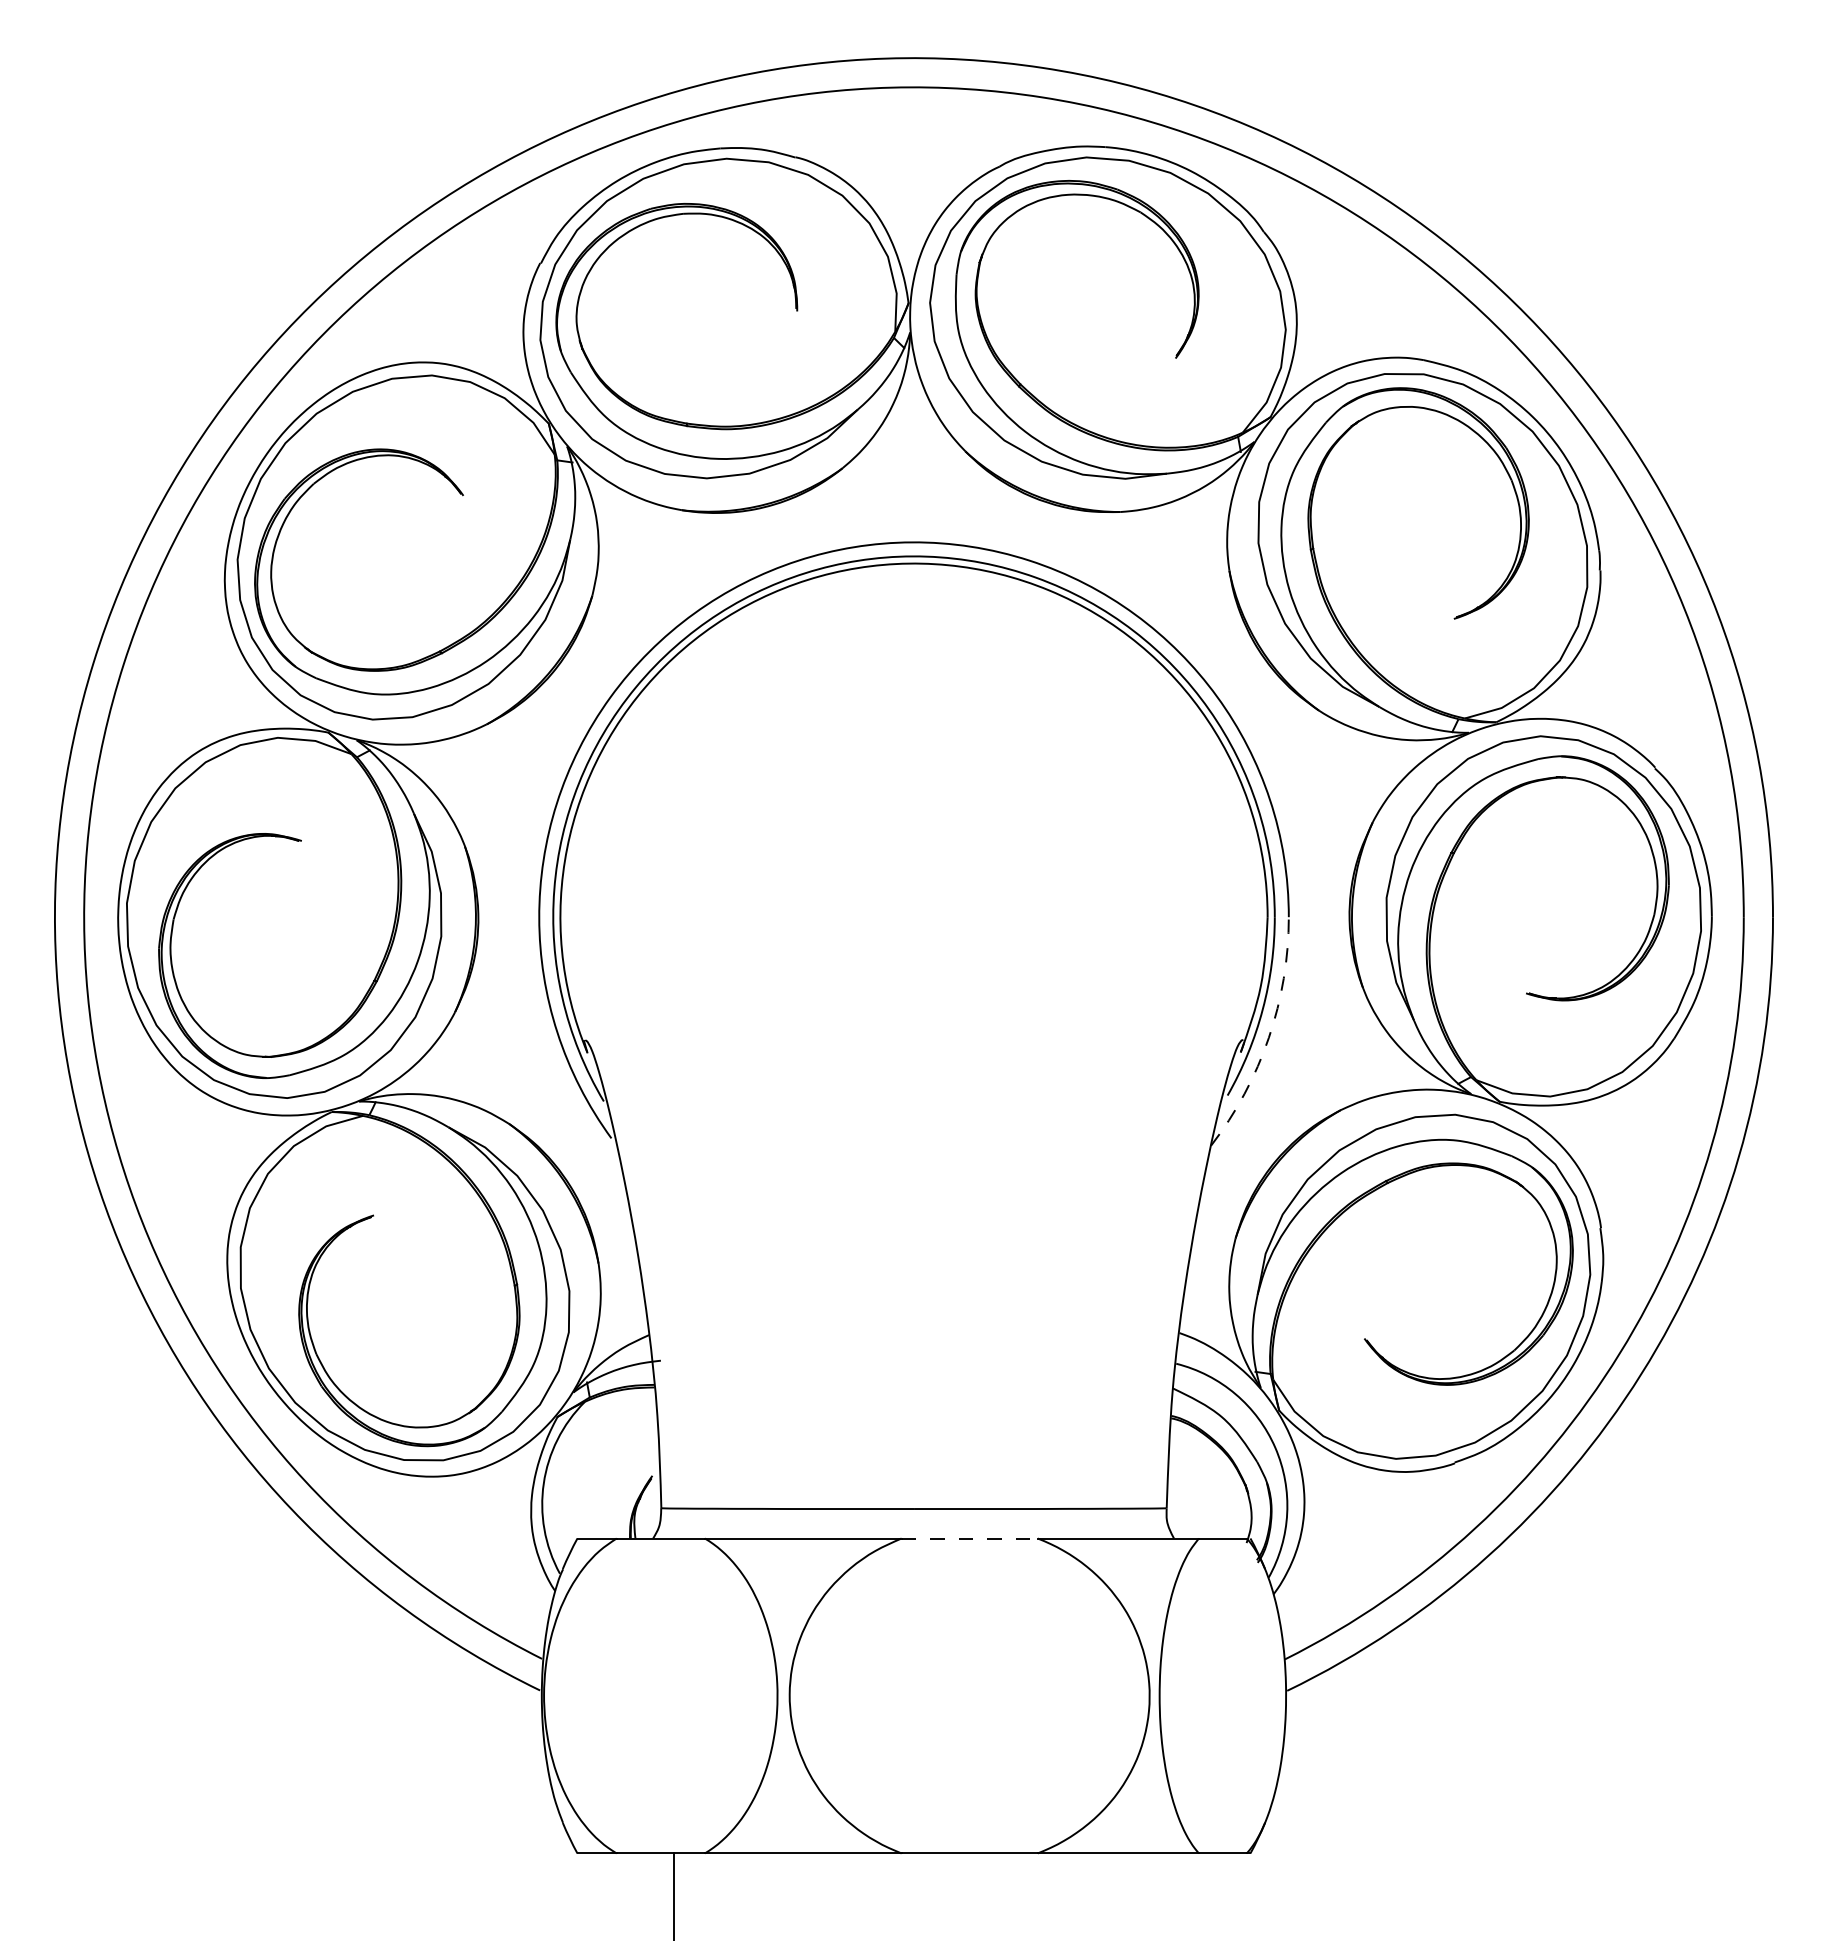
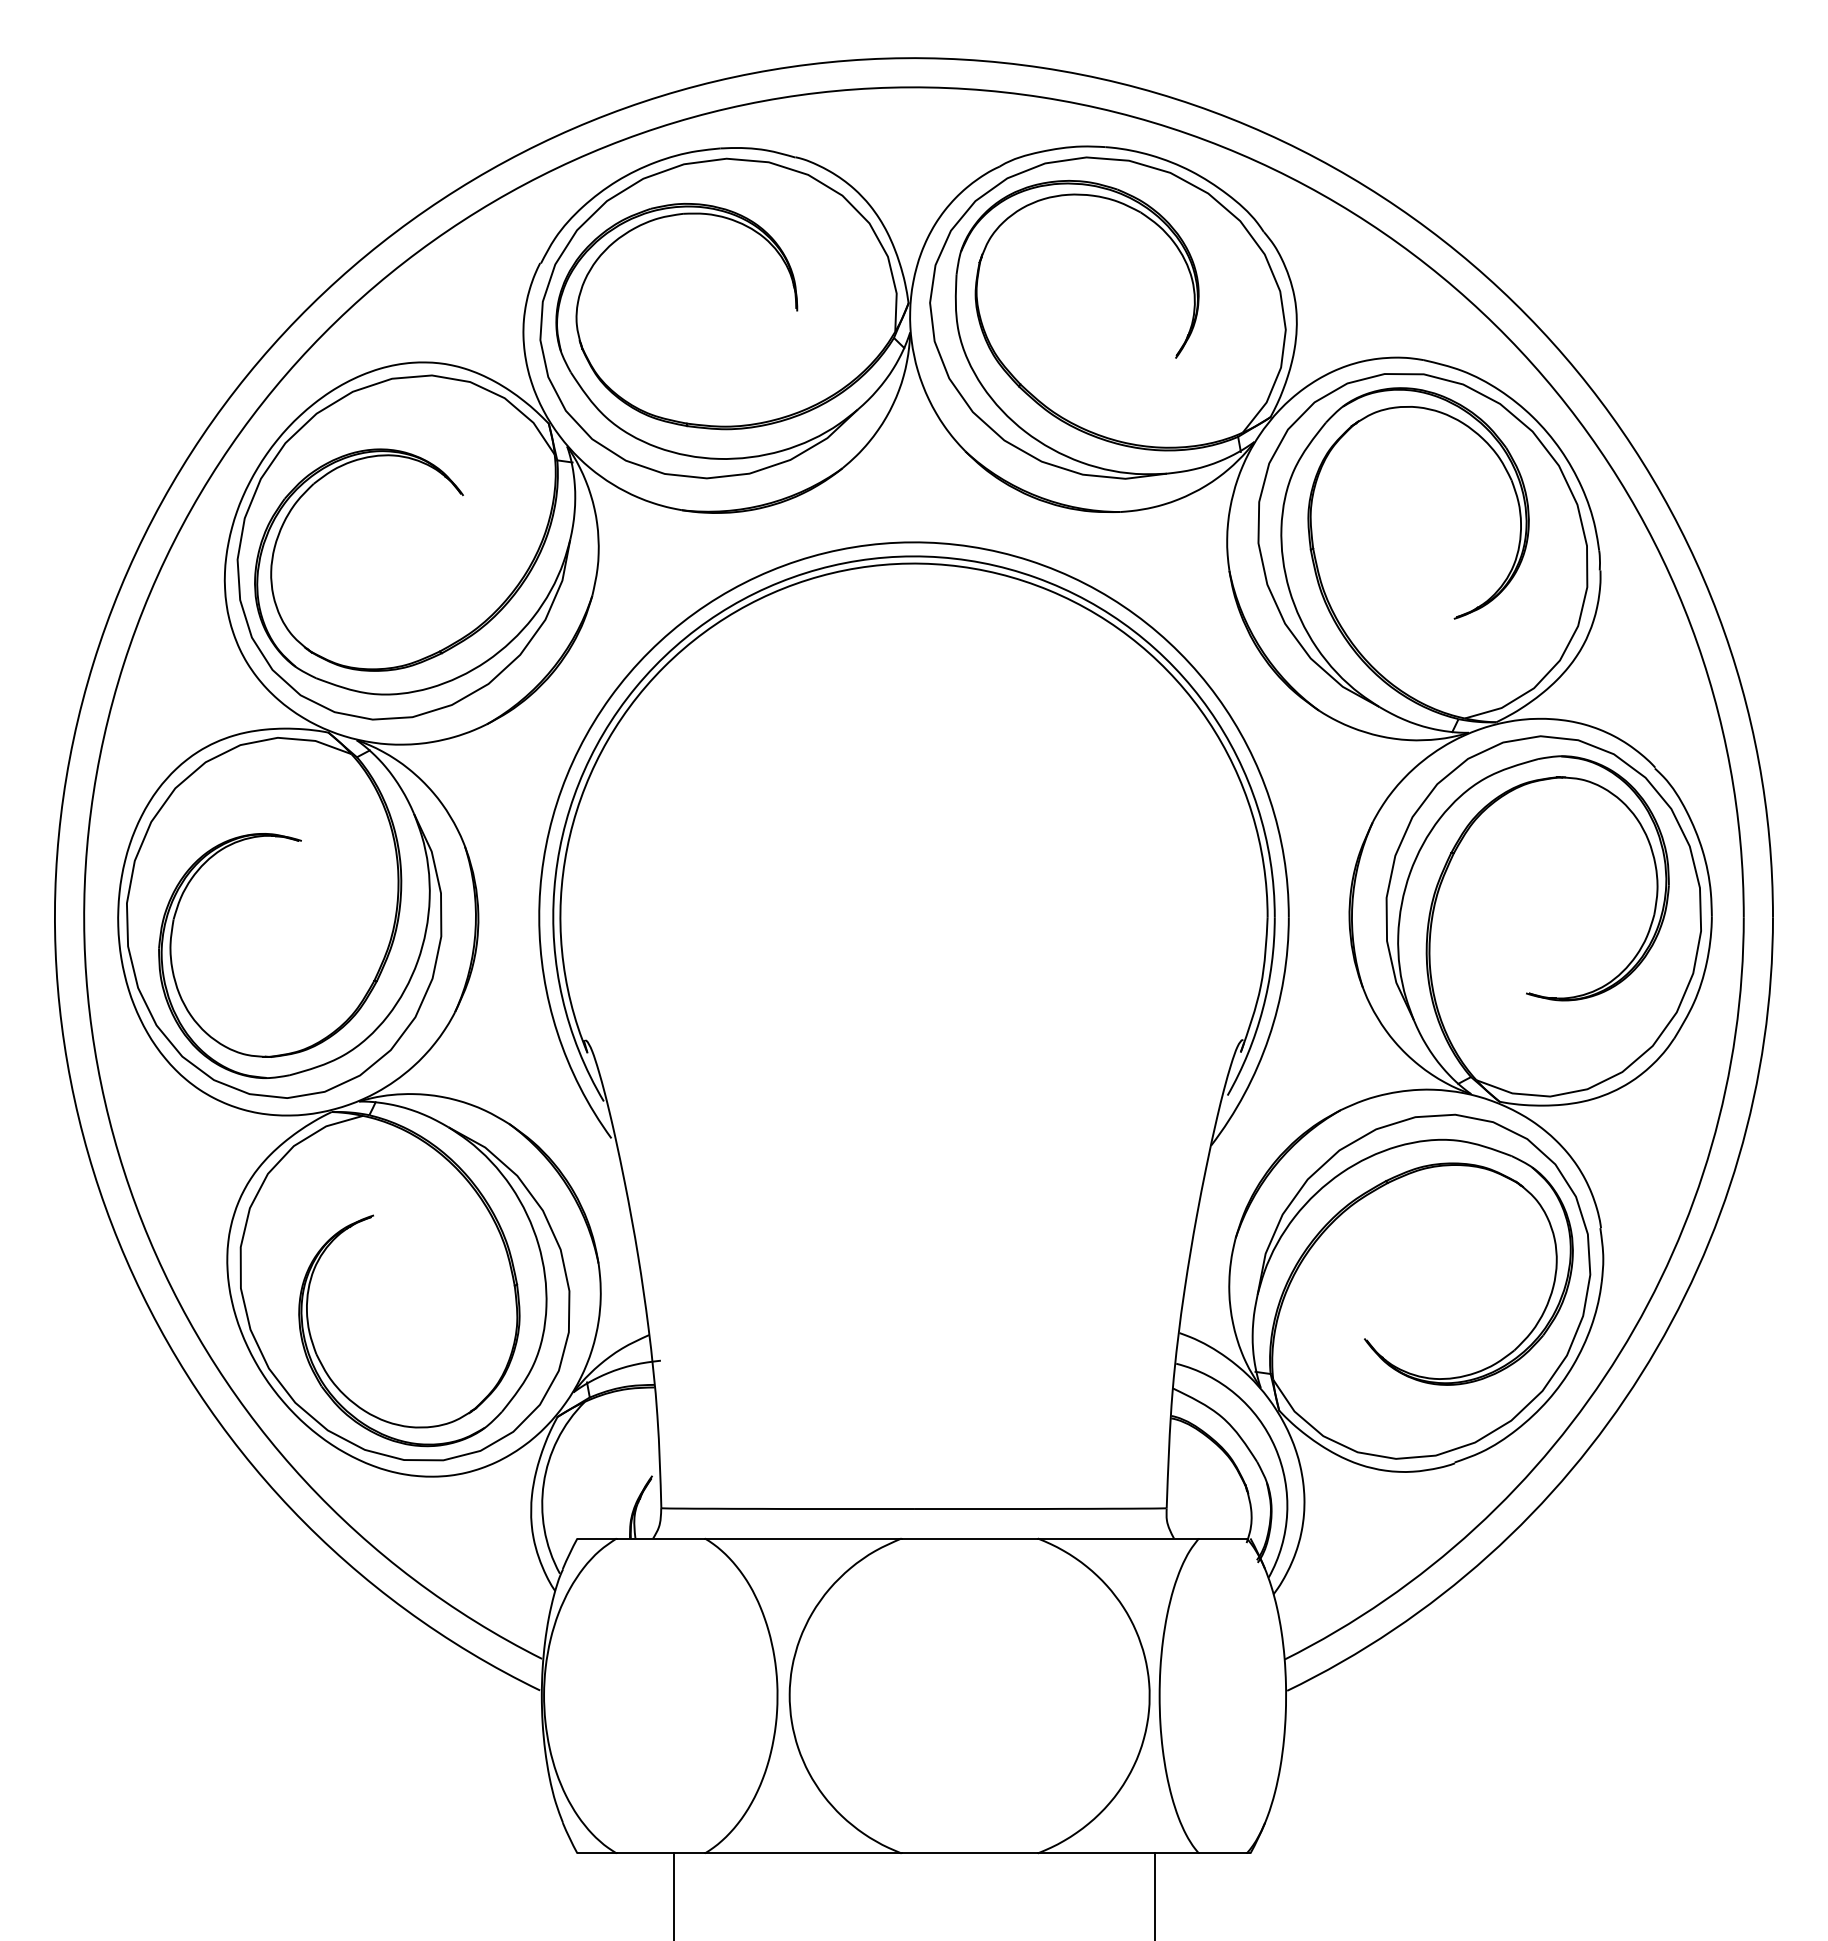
arc at (1268, 1037): dashed -> solid
line at (970, 1538): dashed -> solid
line at (1154, 1895): none -> present
